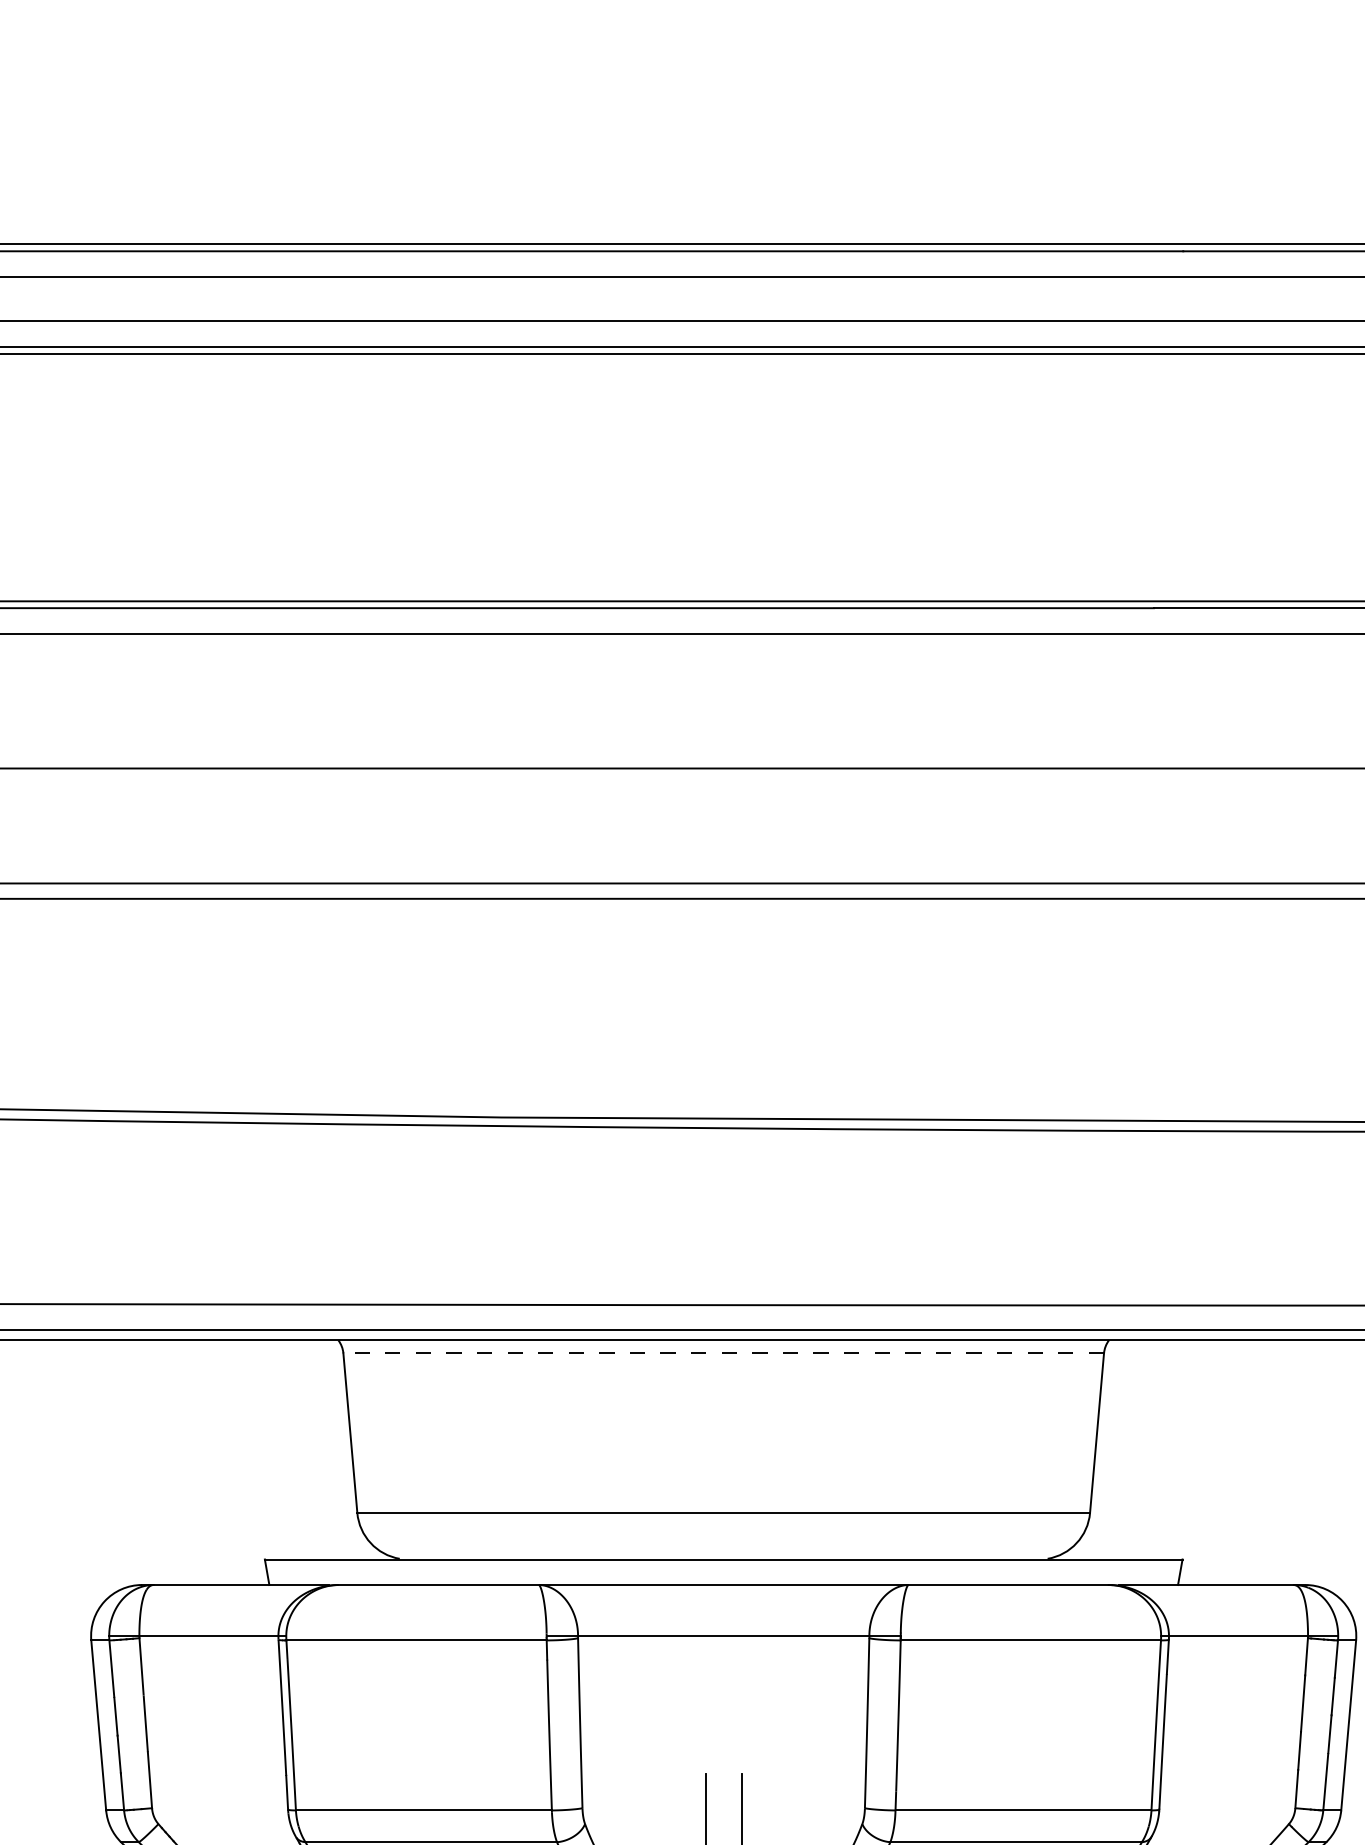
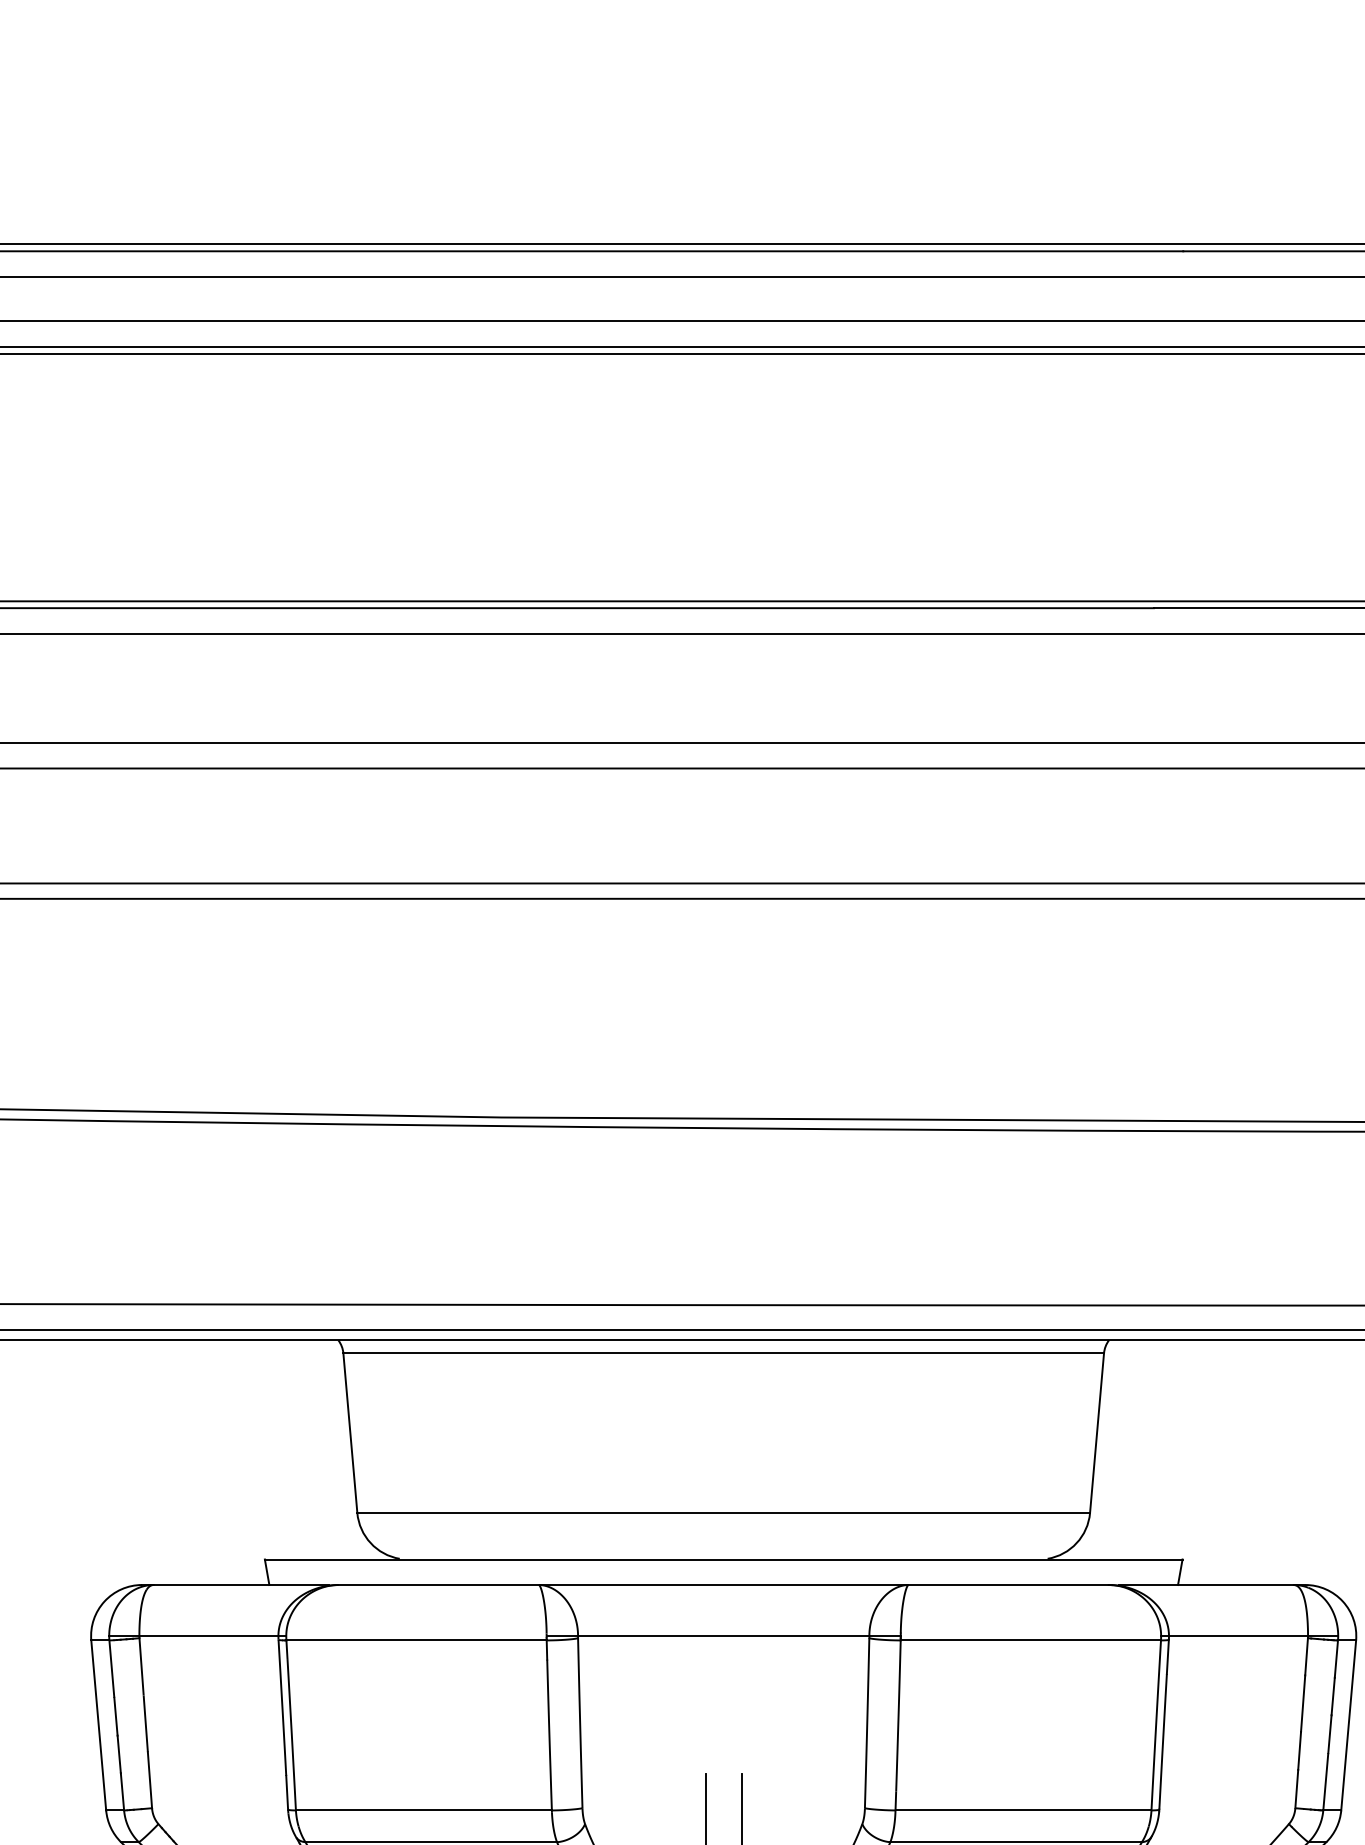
line at (681, 743): none -> present
line at (723, 1353): dashed -> solid
